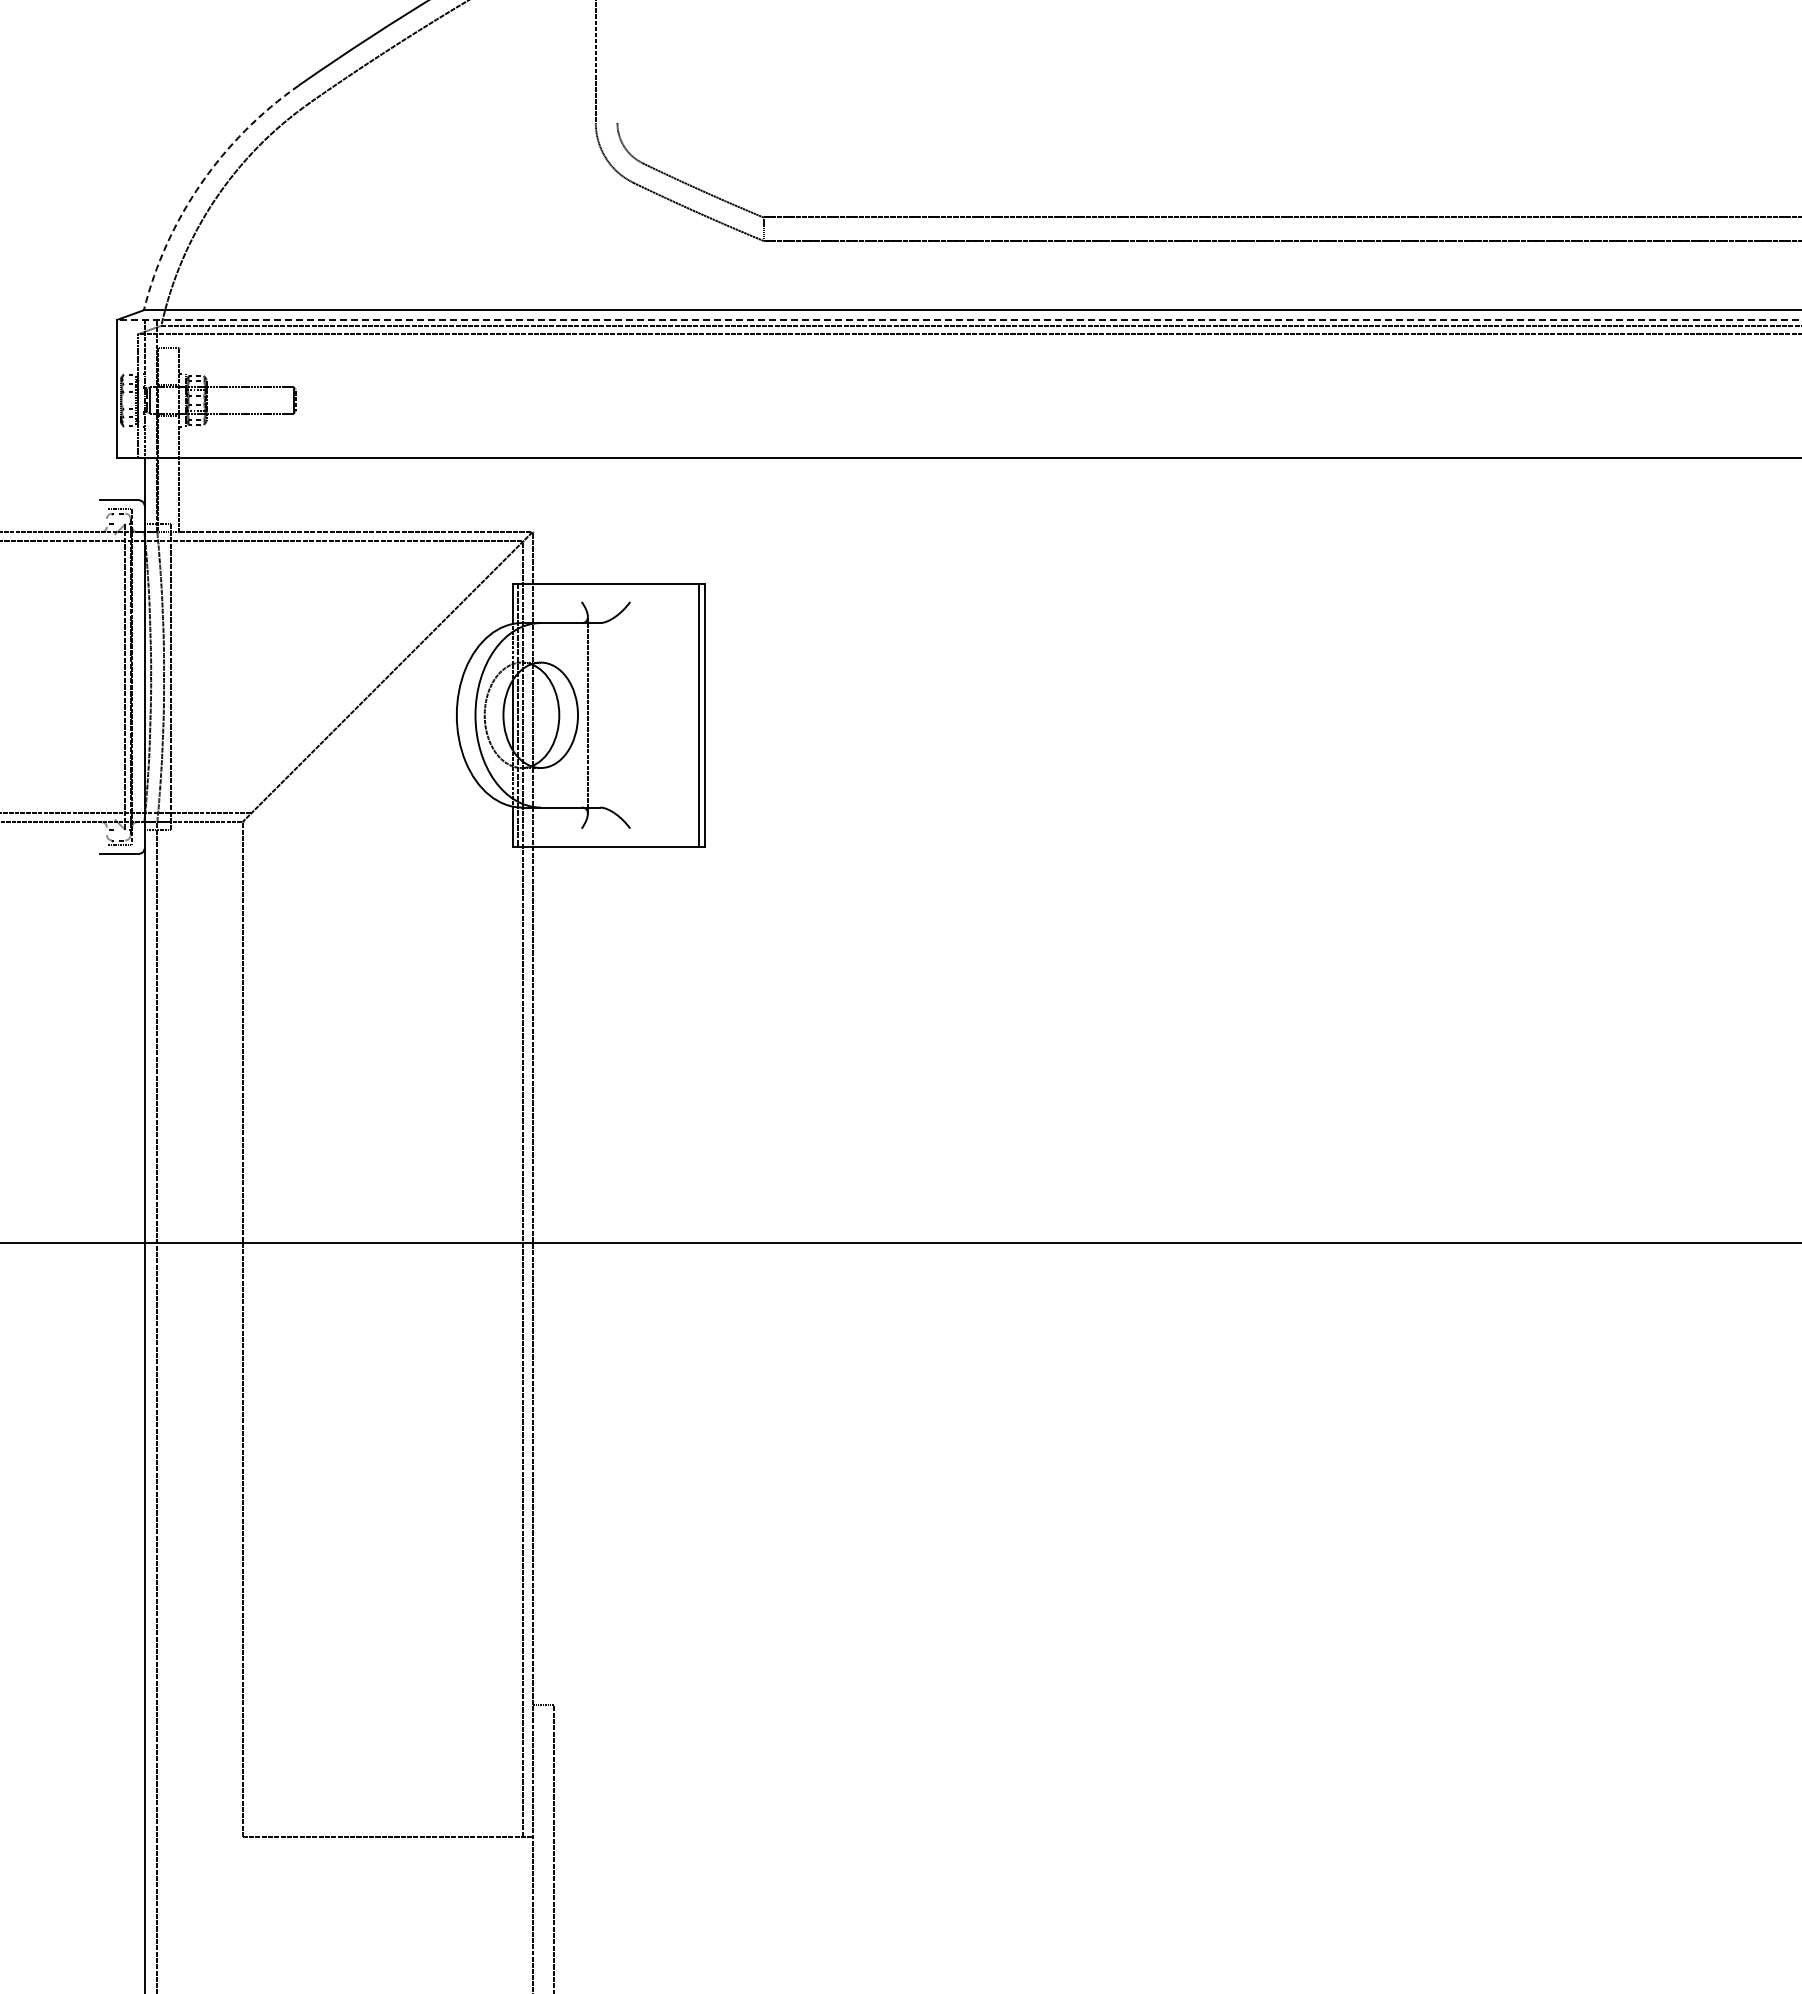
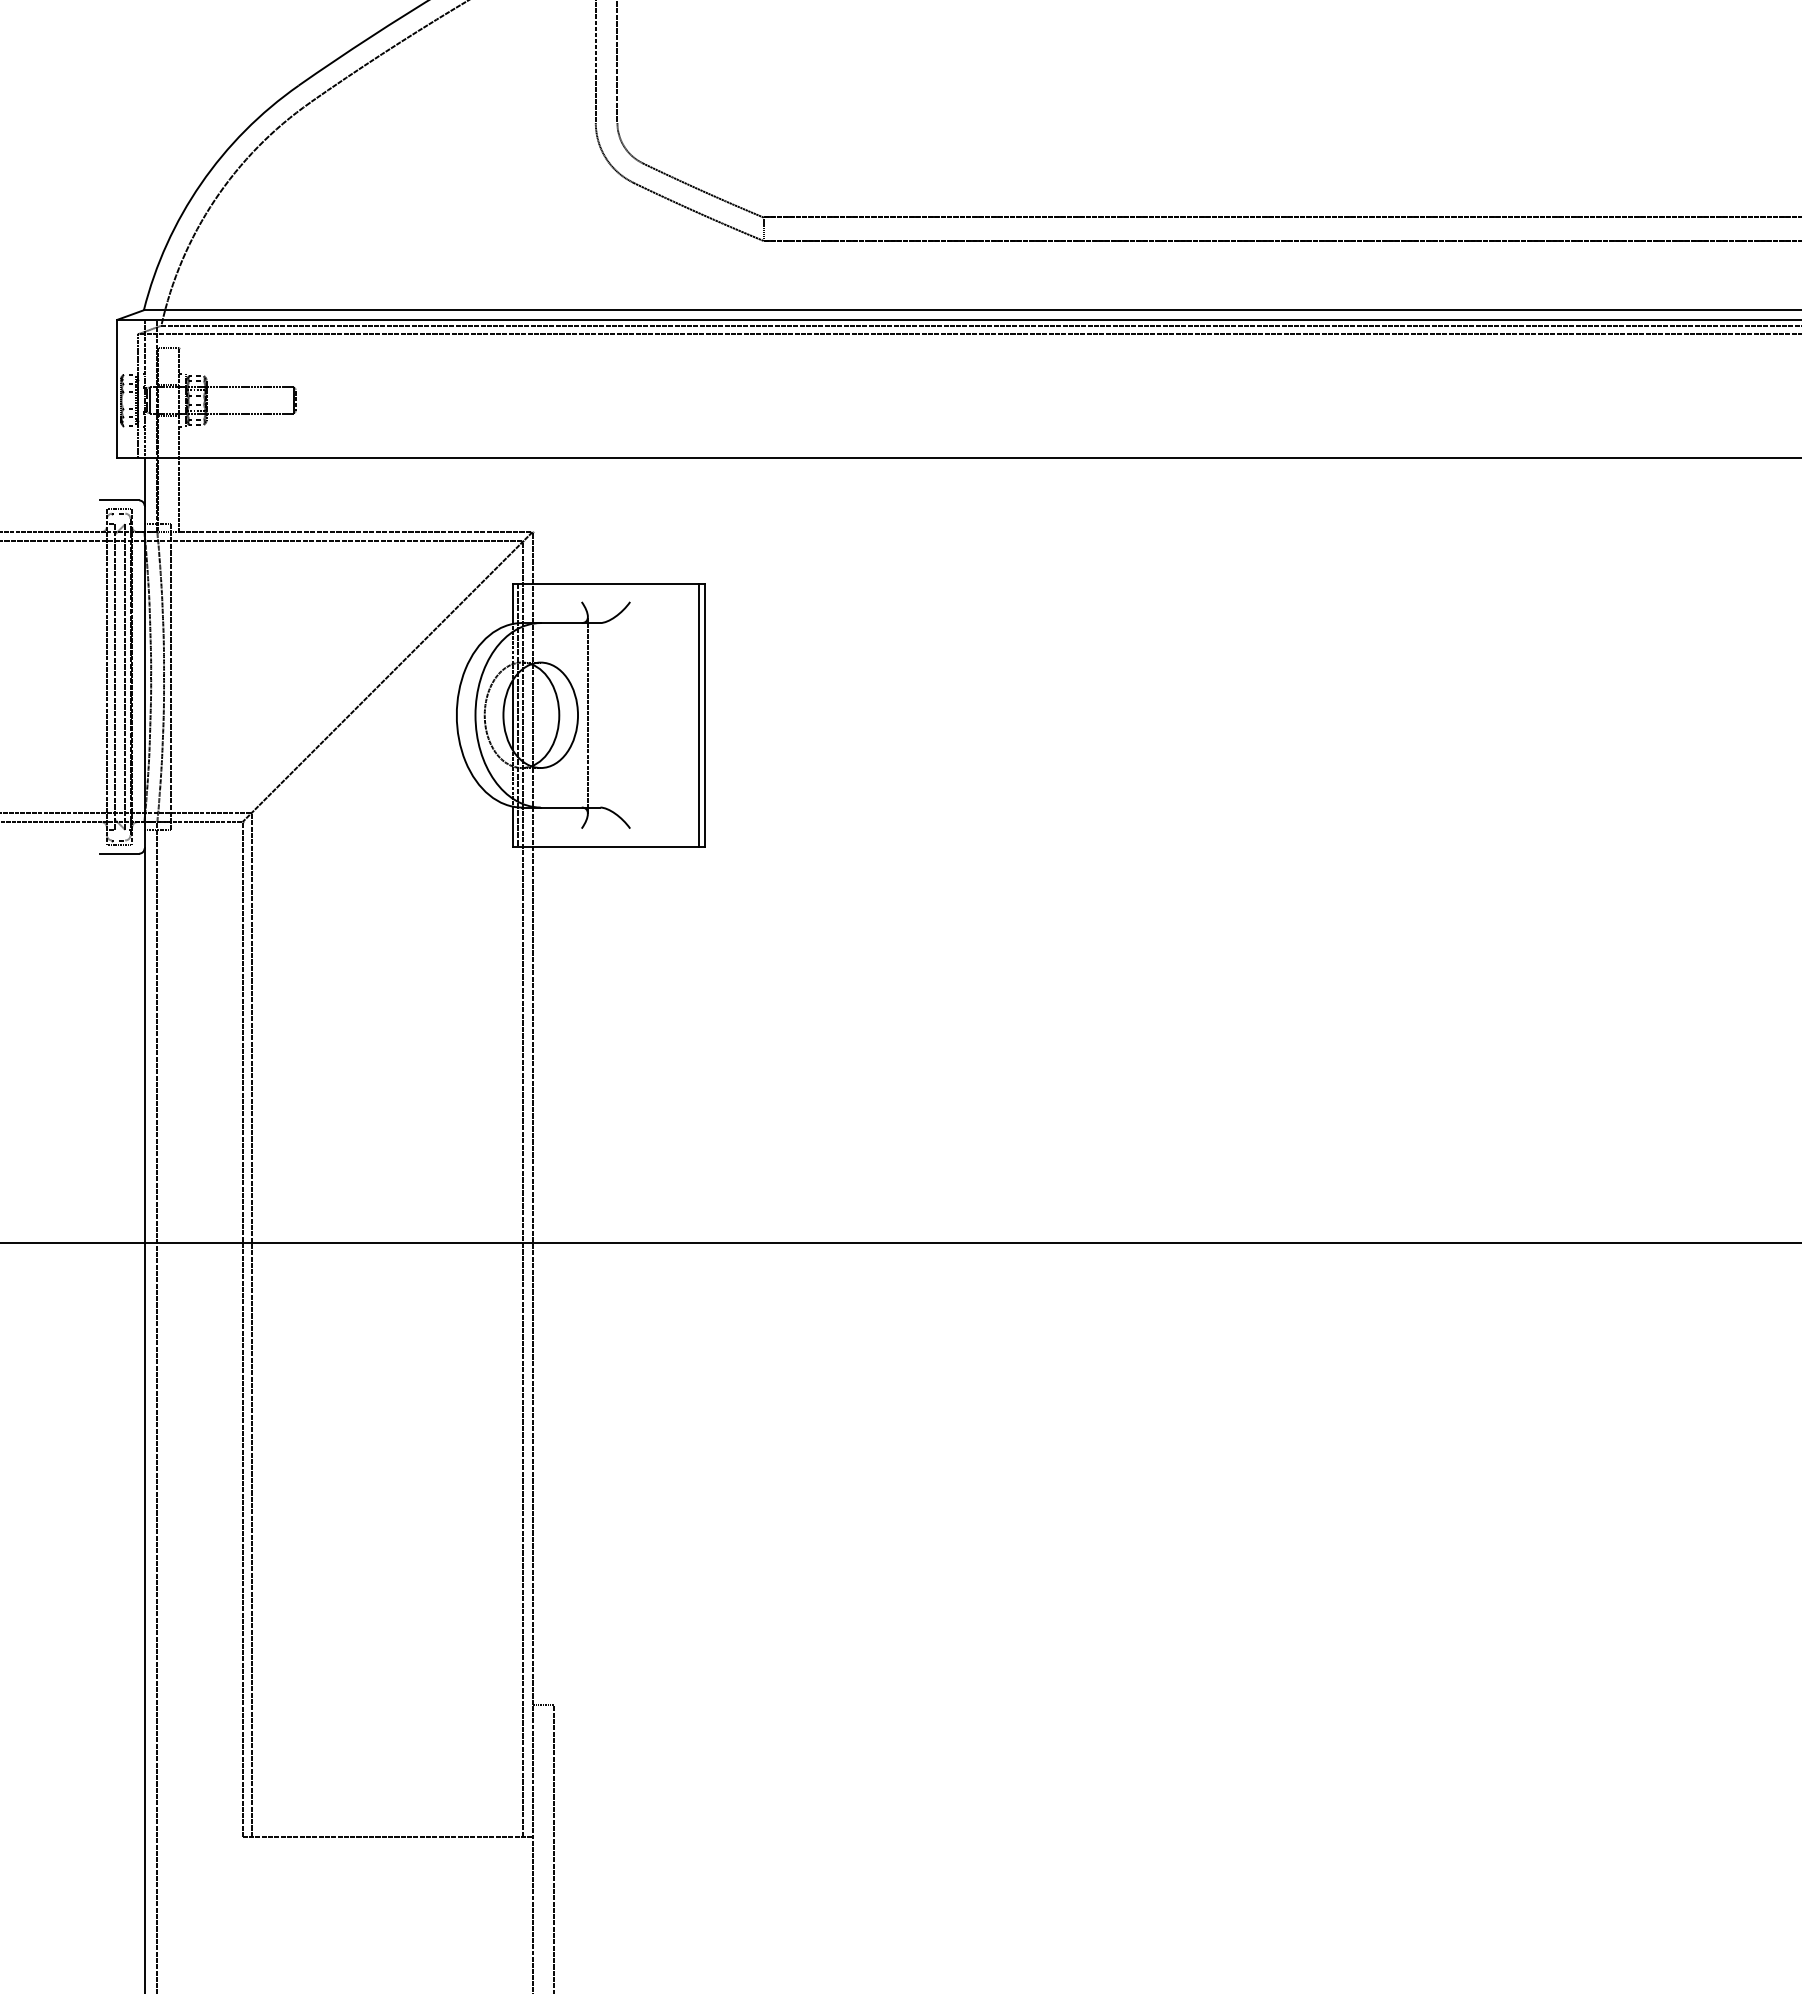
line at (617, 62): none -> present
arc at (201, 183): dashed -> solid
line at (959, 319): dashed -> solid
line at (106, 676): none -> present
line at (114, 676): none -> present
line at (251, 1324): none -> present
